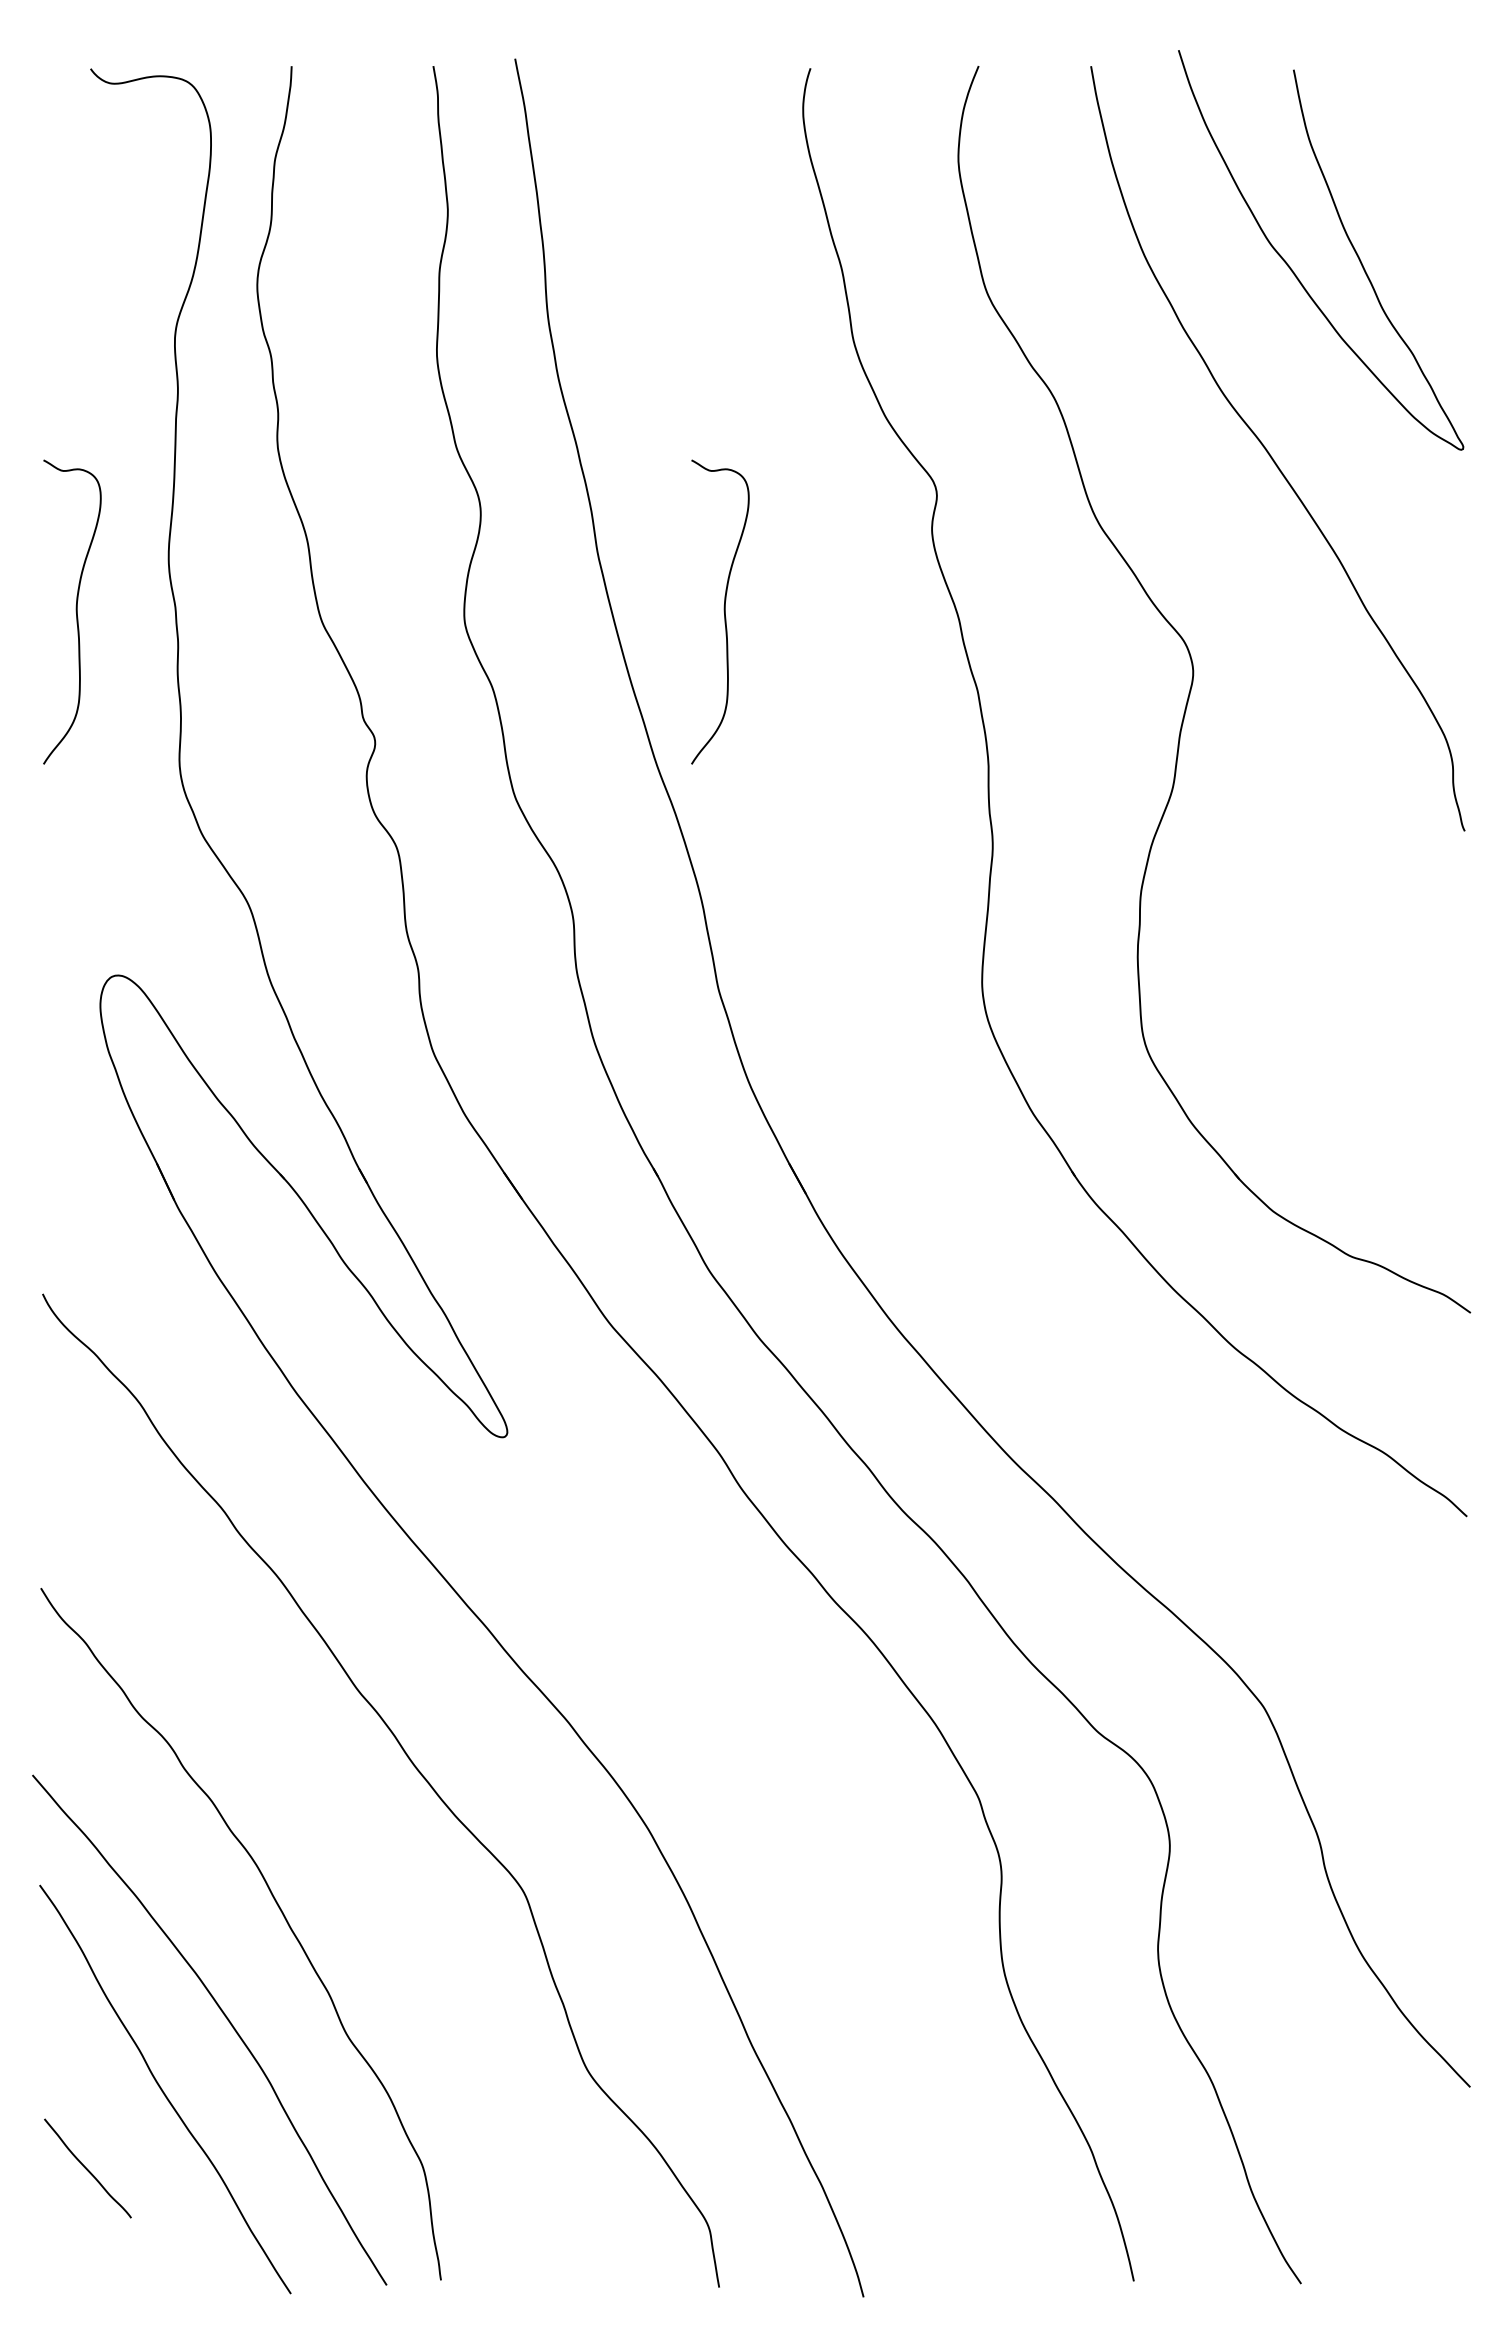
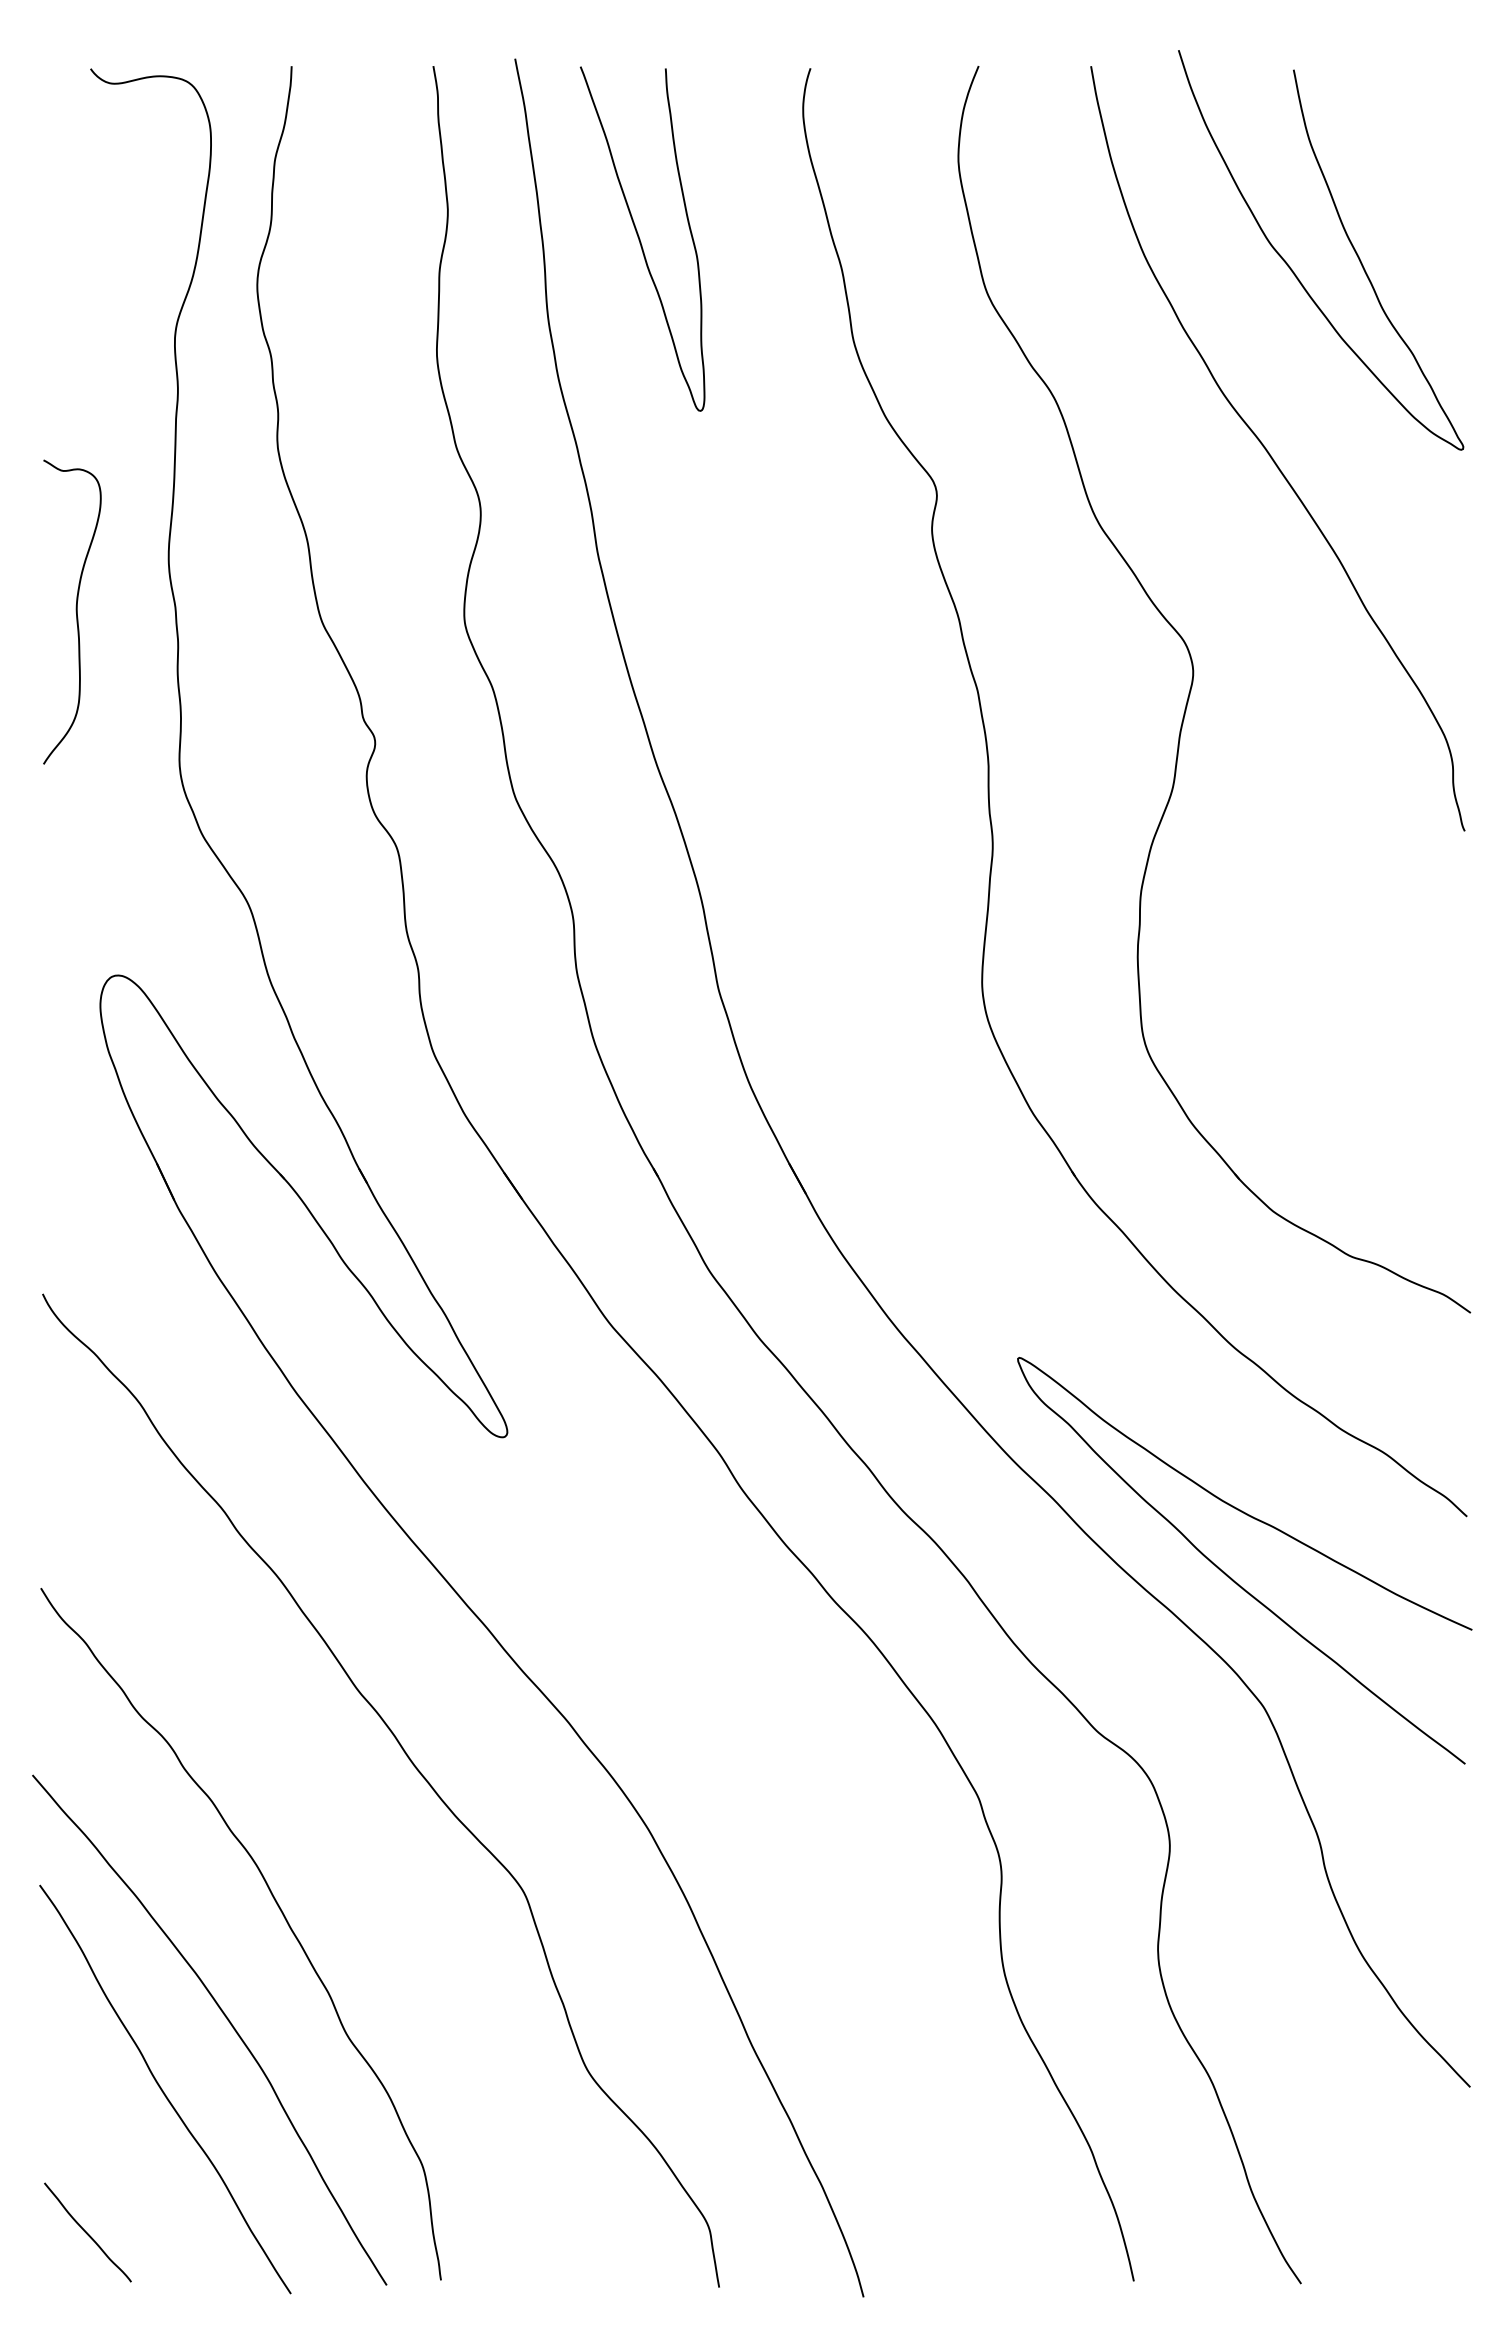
curve at (640, 239): none -> present
curve at (723, 611): present -> none
curve at (1231, 1577): none -> present
curve at (87, 2168) position: (87, 2168) -> (87, 2232)
